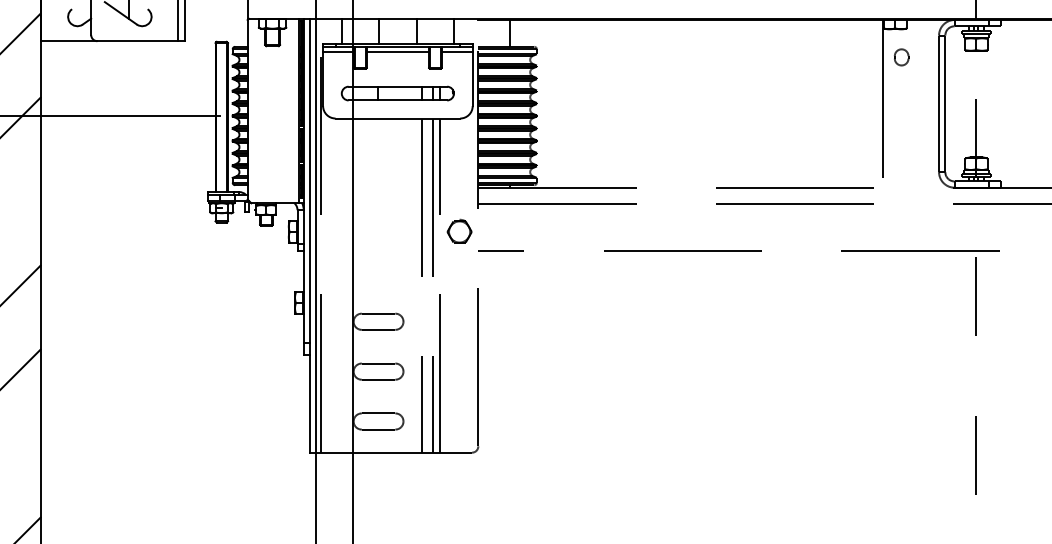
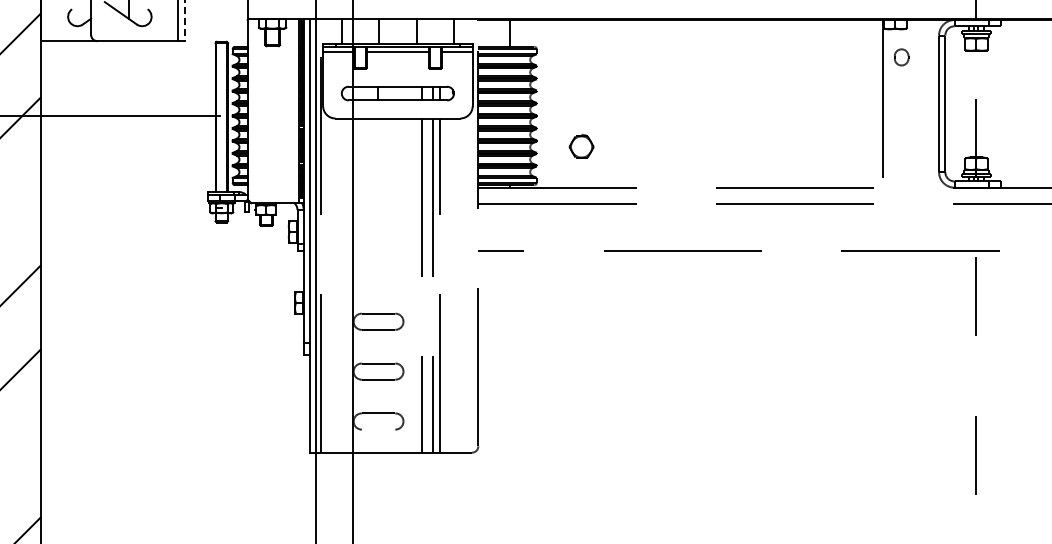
line at (184, 21): solid -> dashed
part at (459, 230) position: (459, 230) -> (581, 145)
line at (378, 429): present -> none
